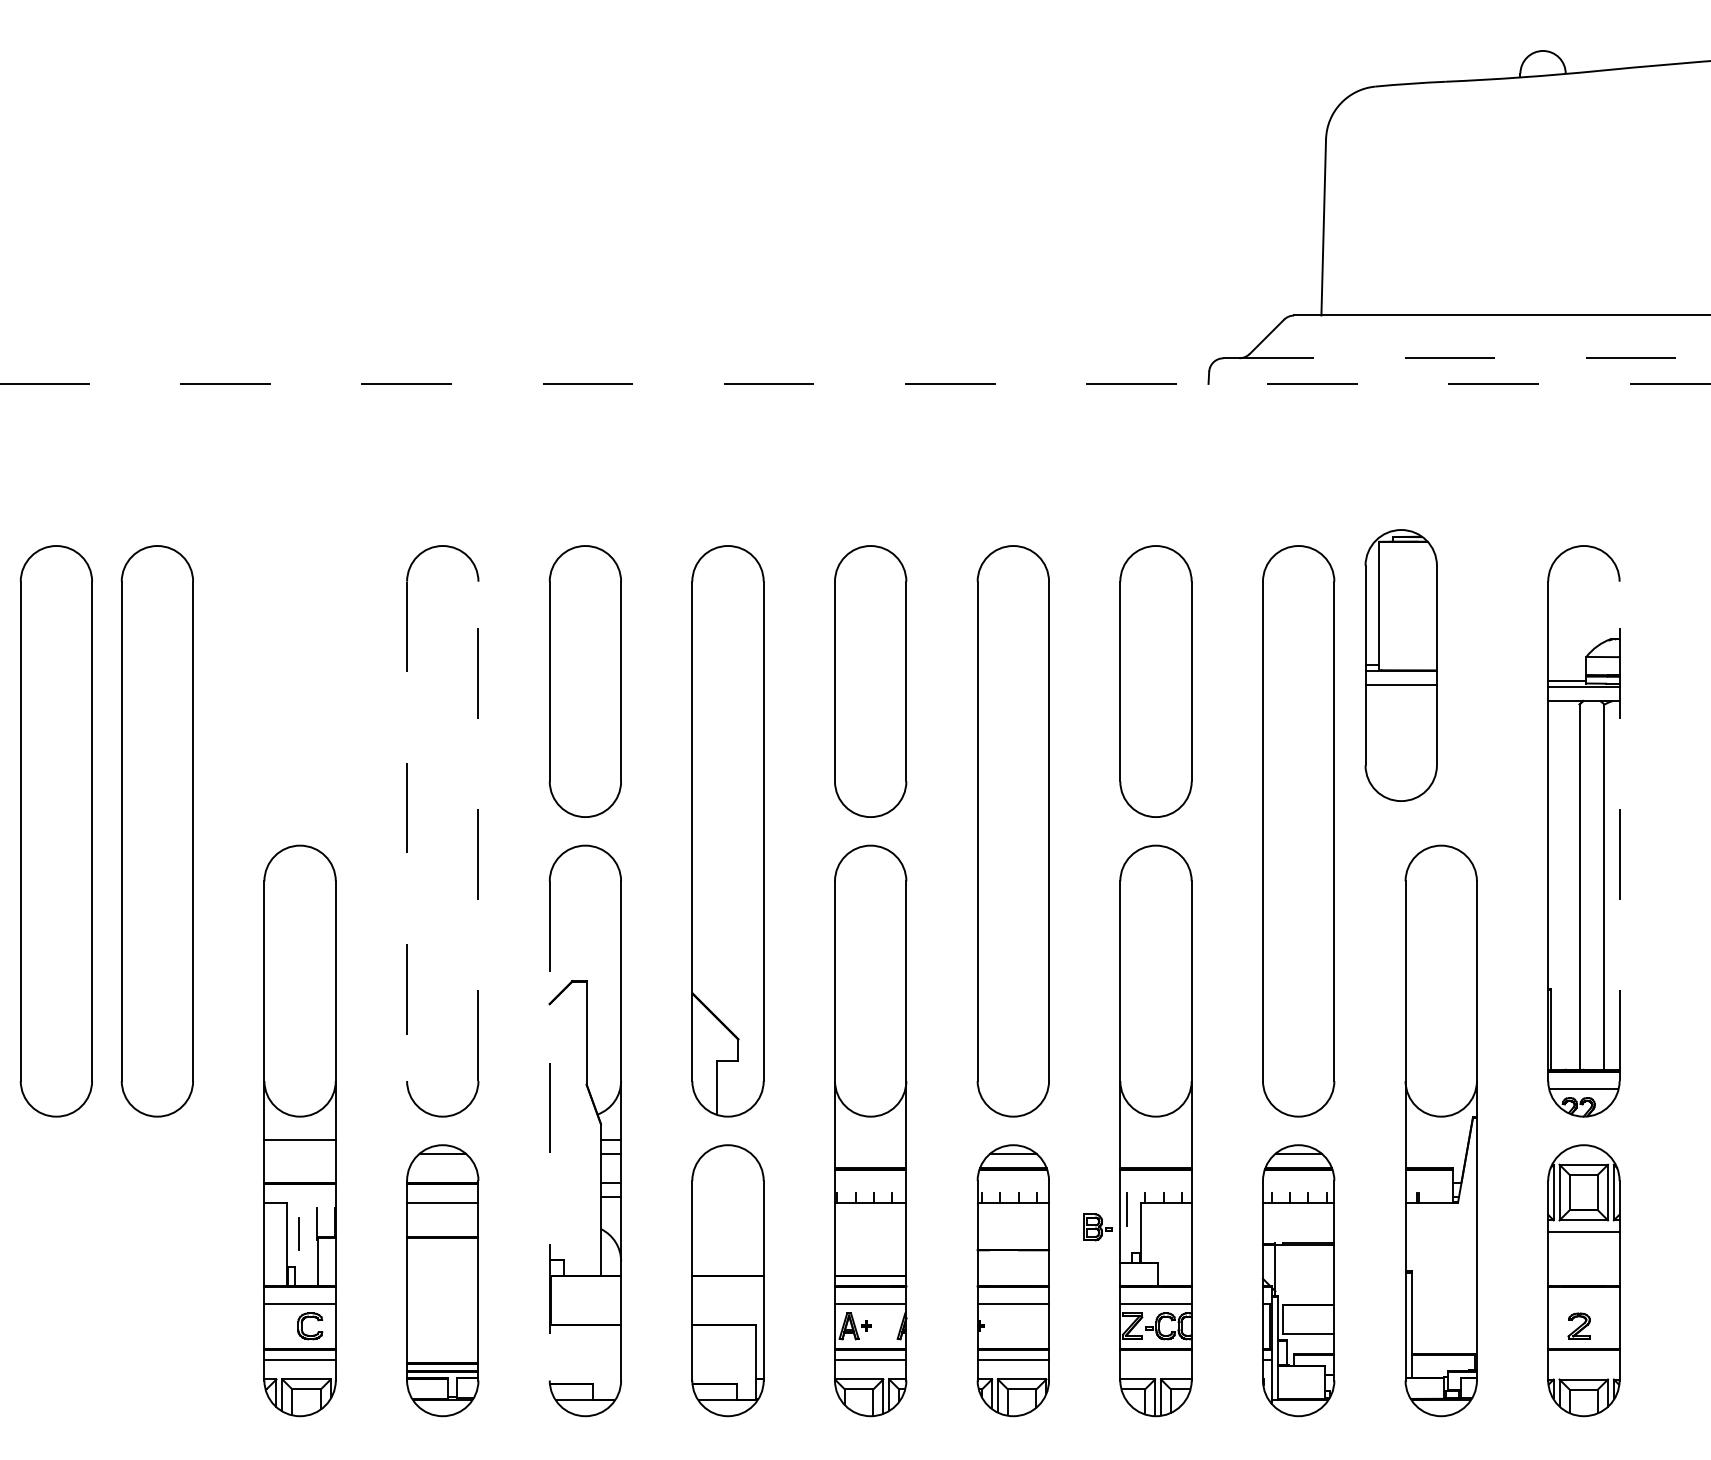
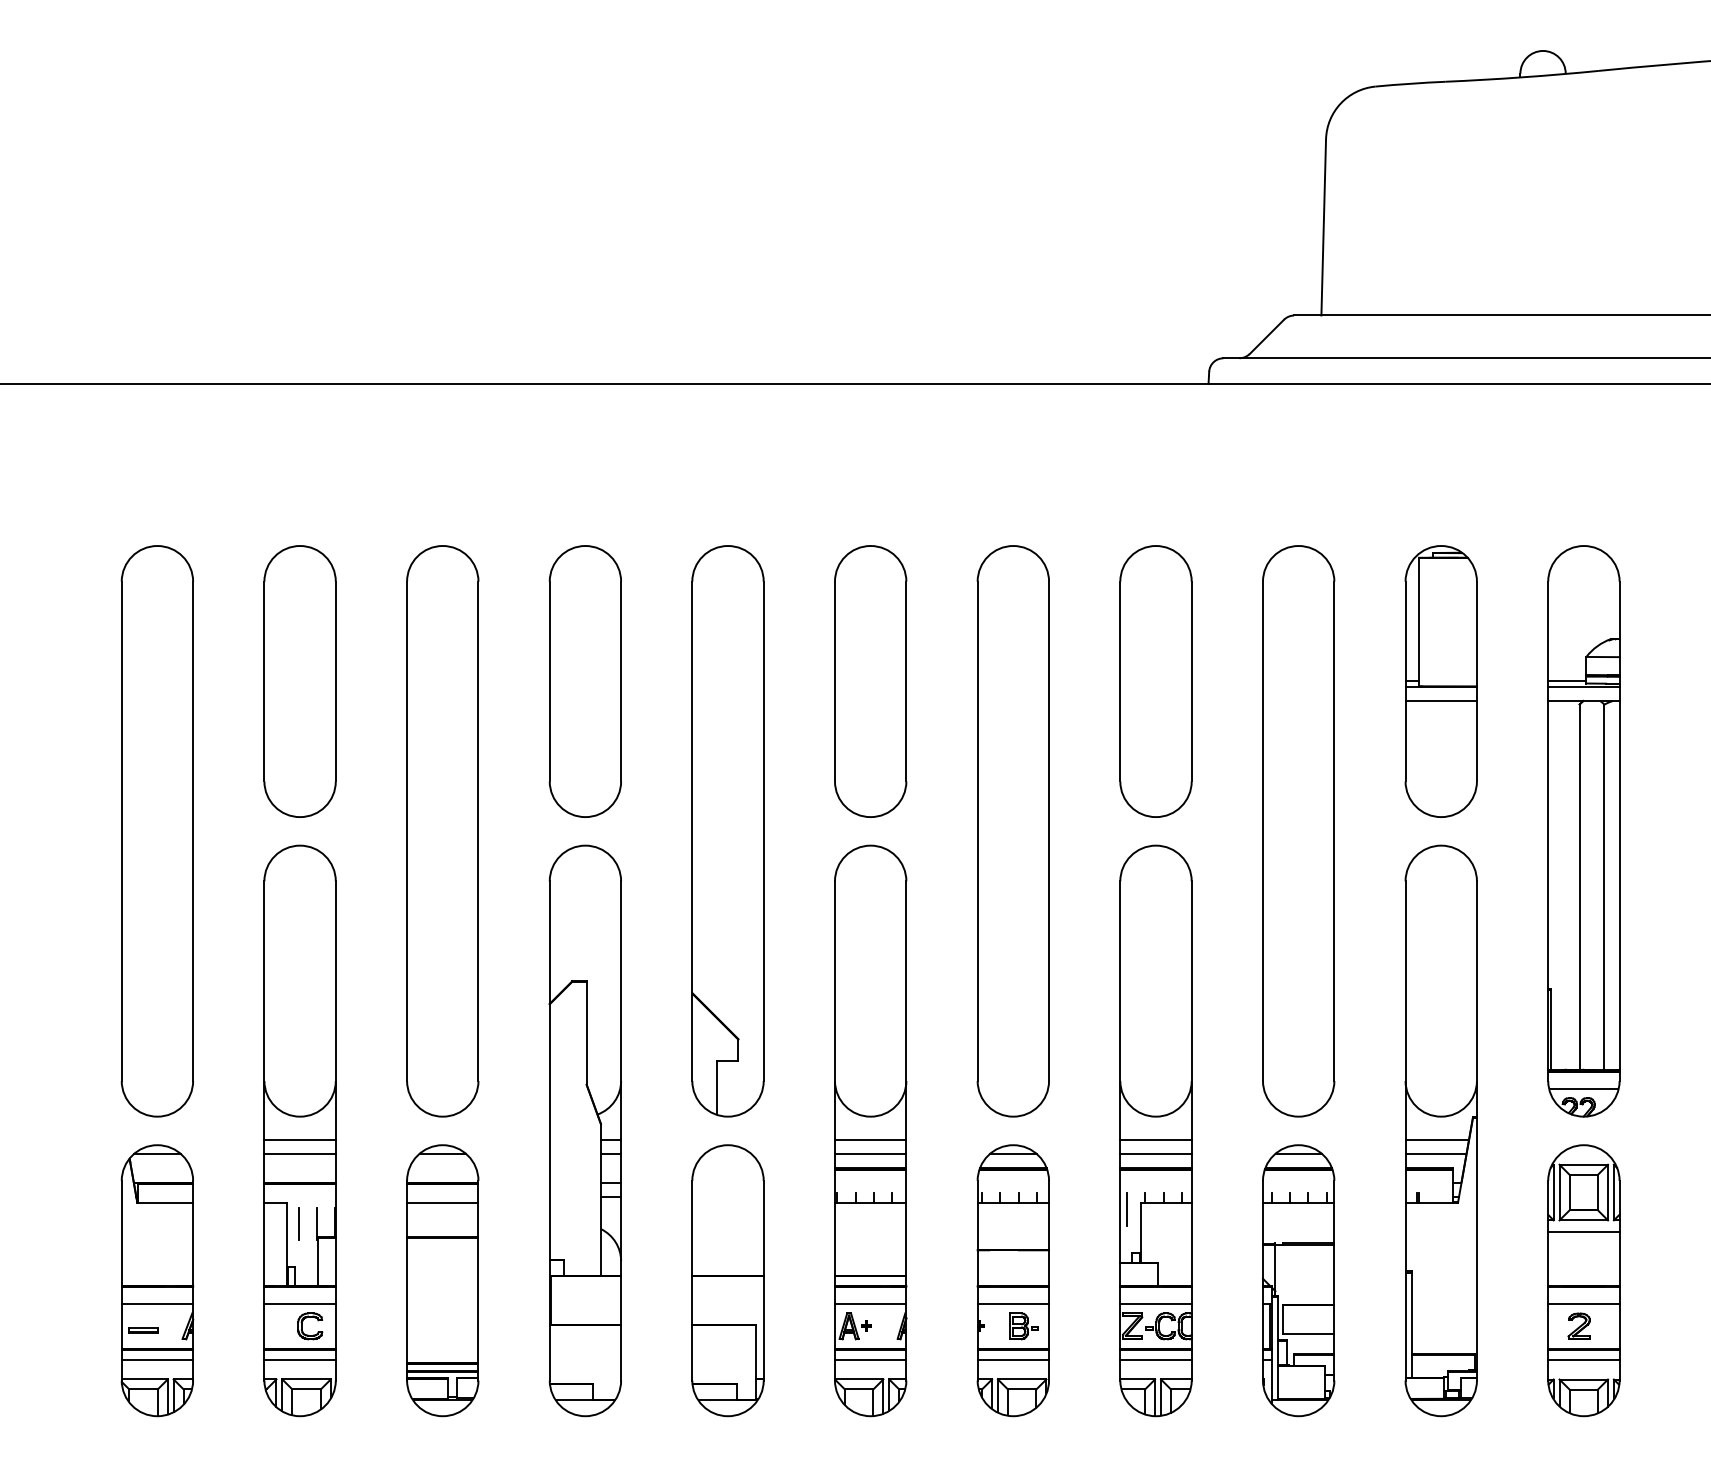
line at (1467, 358): dashed -> solid
line at (855, 383): dashed -> solid
part at (1400, 665) position: (1400, 665) -> (1440, 681)
part at (299, 681): none -> present
part at (55, 831): present -> none
line at (407, 831): dashed -> solid
line at (478, 831): dashed -> solid
line at (1619, 831): dashed -> solid
line at (549, 1130): dashed -> solid
line at (870, 1140): none -> present
line at (1155, 1140): none -> present
line at (1436, 1140): none -> present
line at (299, 1154): none -> present
line at (870, 1154): none -> present
line at (1155, 1154): none -> present
line at (1435, 1154): none -> present
part at (1097, 1227) position: (1097, 1227) -> (1023, 1326)
line at (298, 1233) position: (298, 1233) -> (298, 1223)
part at (157, 1280): none -> present
line at (1583, 1304): none -> present
line at (1155, 1359): none -> present
line at (1583, 1359): none -> present
